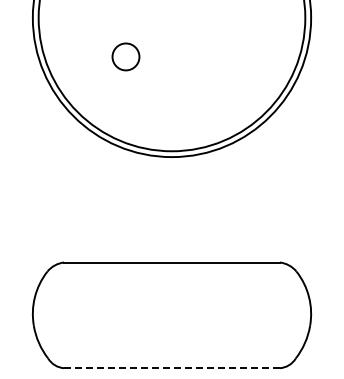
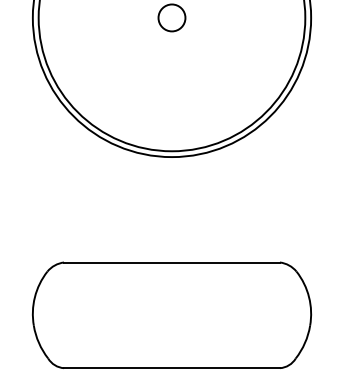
circle at (125, 56) position: (125, 56) -> (171, 17)
line at (171, 368): dashed -> solid
